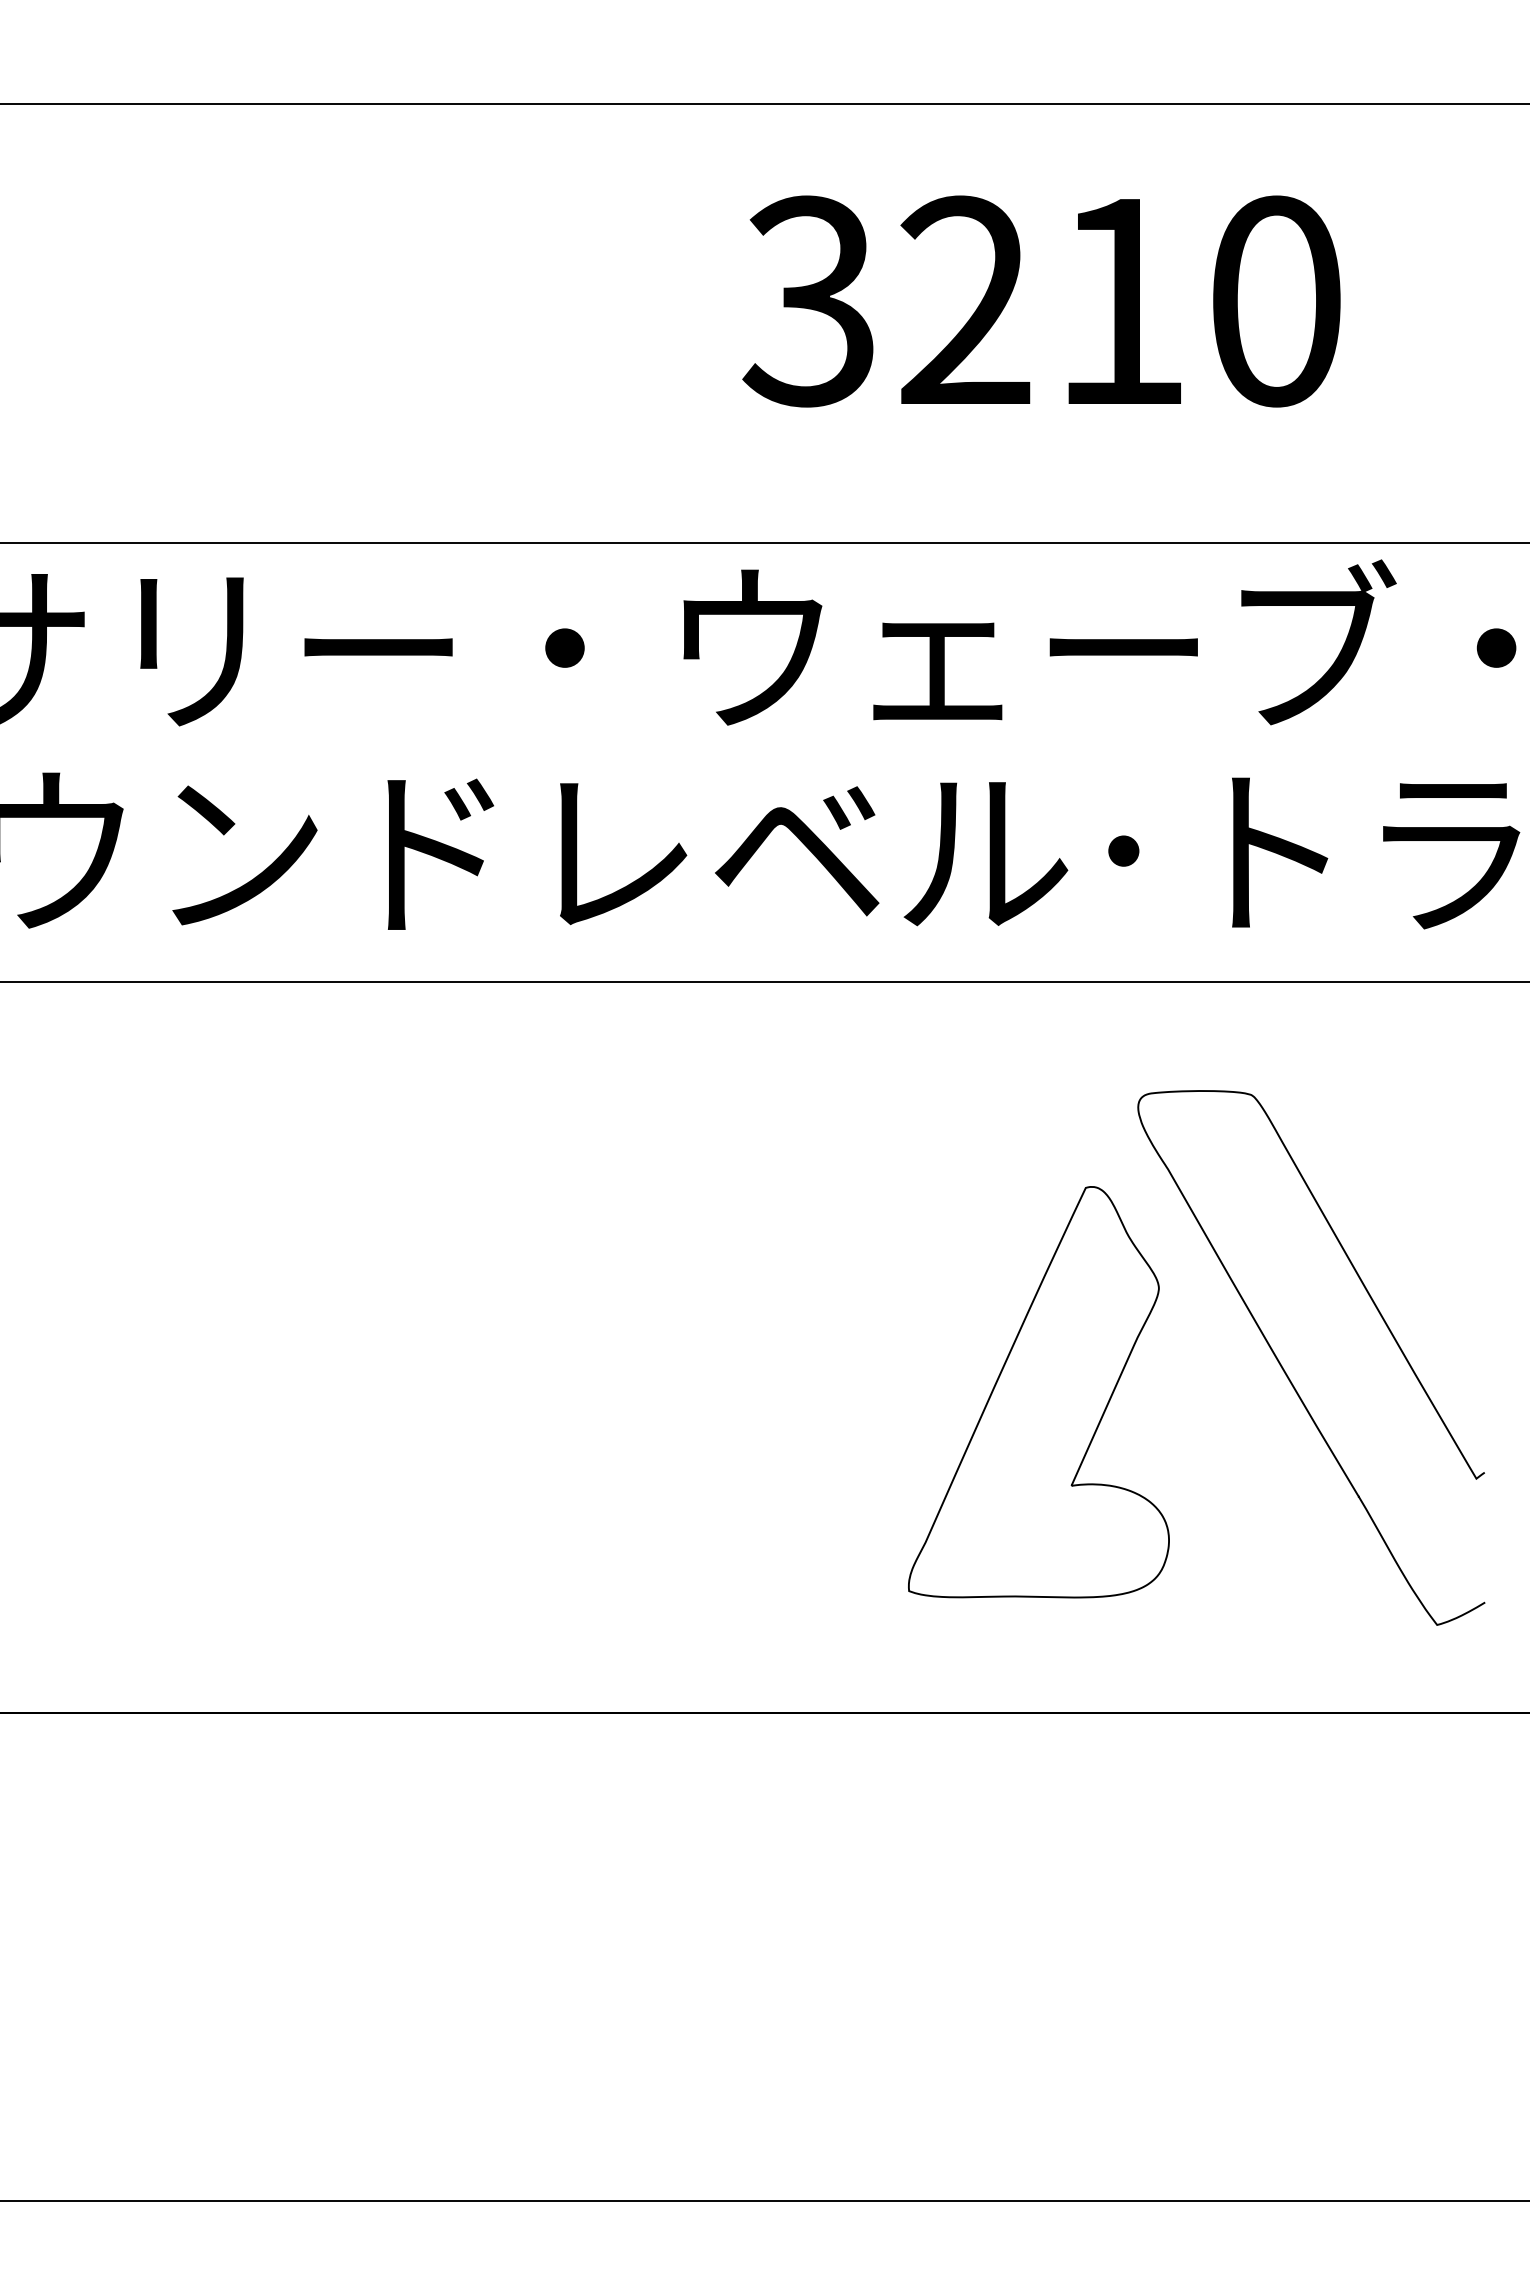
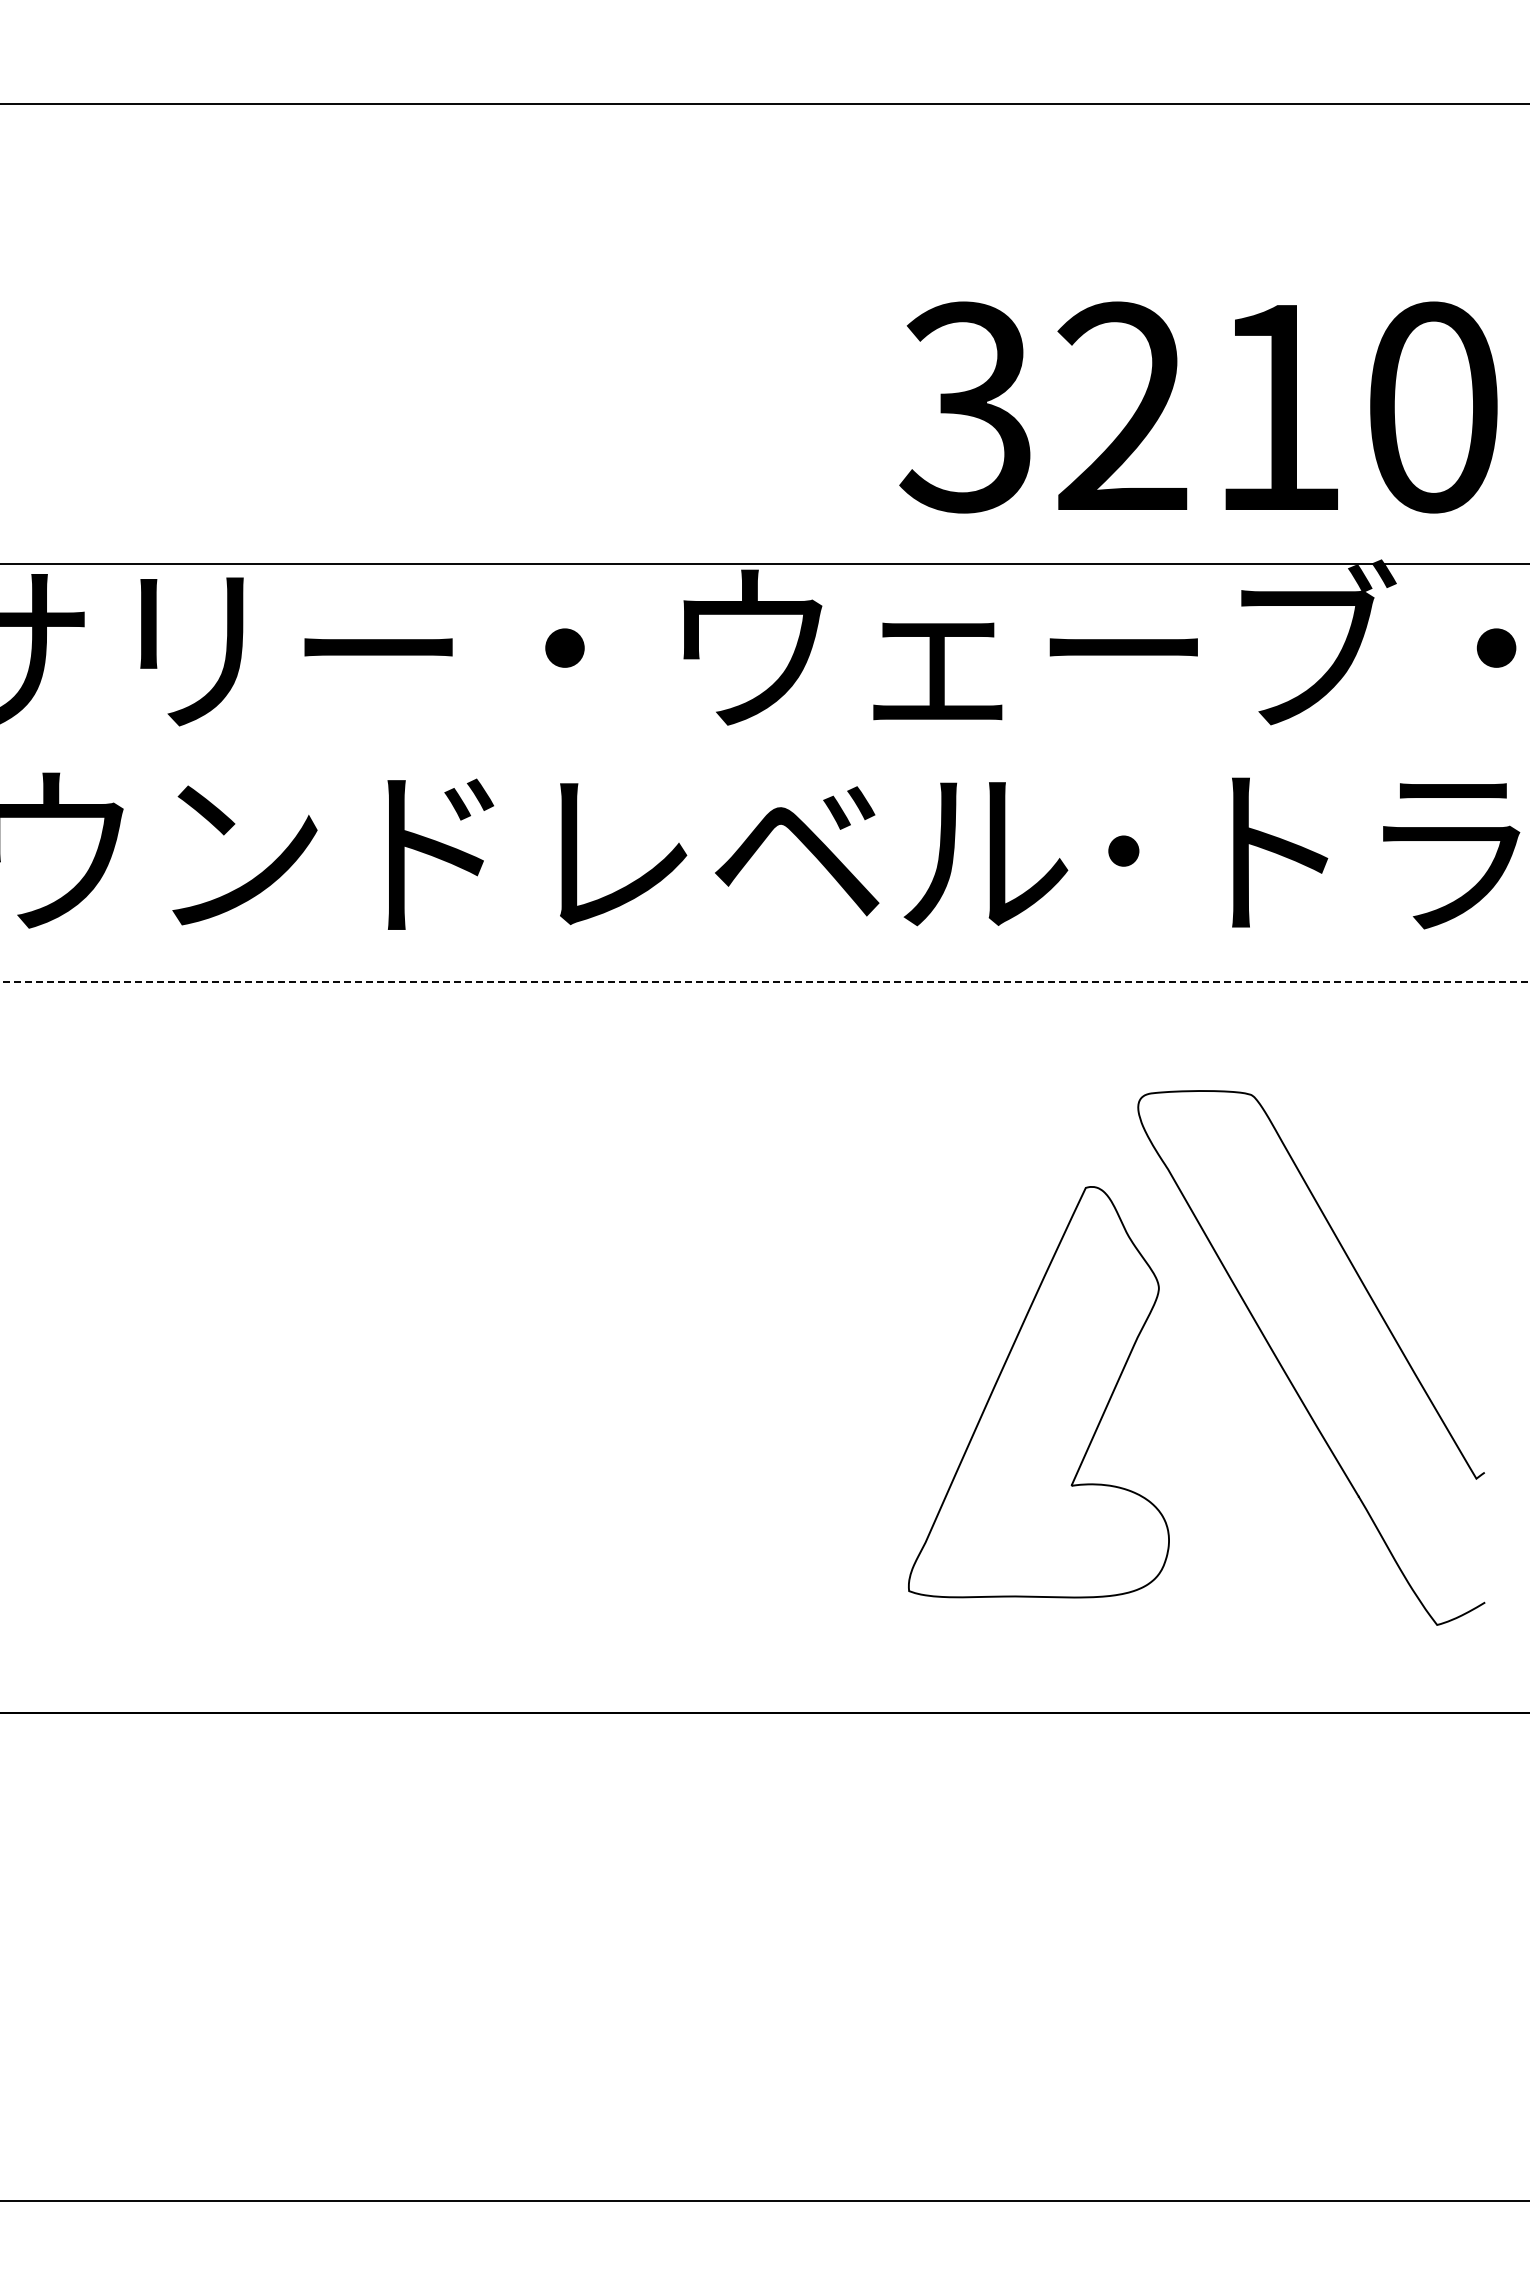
text at (1041, 301) position: (1041, 301) -> (1198, 407)
line at (764, 542) position: (764, 542) -> (764, 563)
line at (765, 981): solid -> dashed
